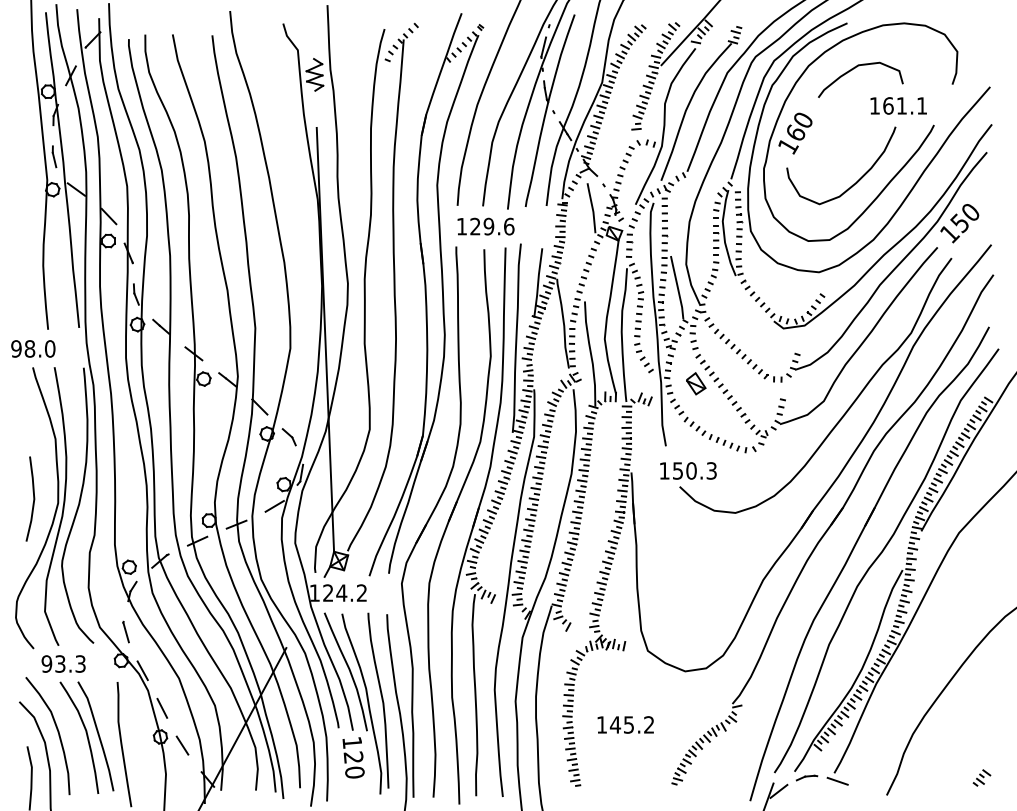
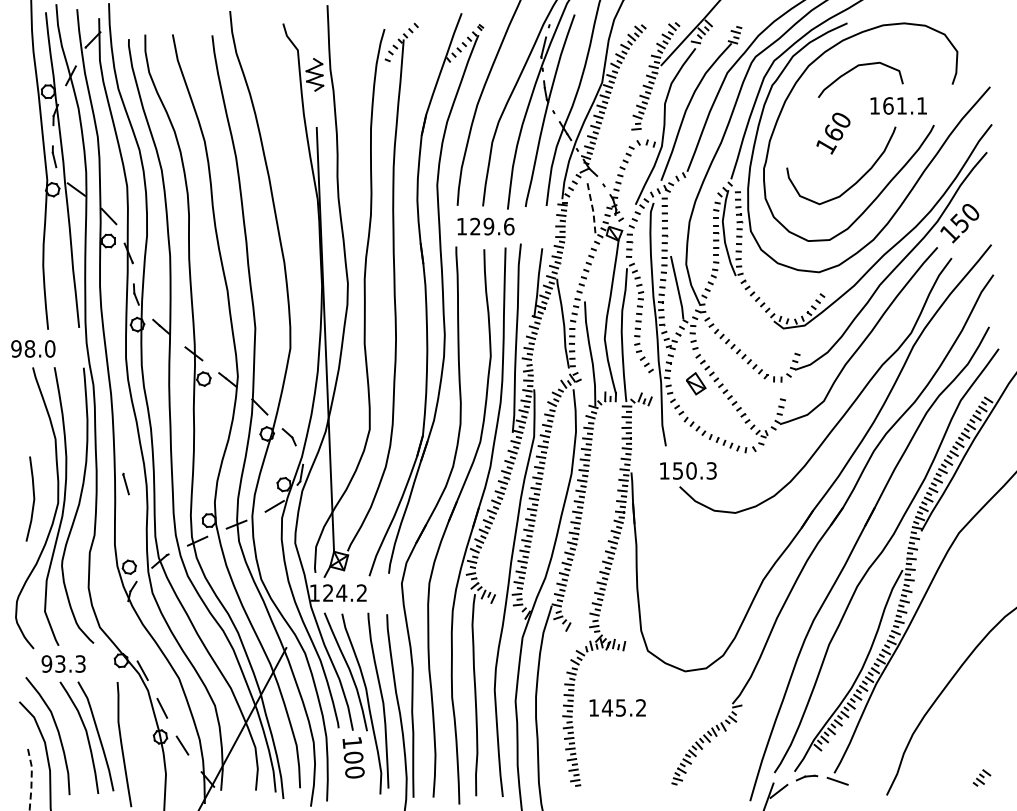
text at (795, 133) position: (795, 133) -> (833, 133)
line at (592, 208): solid -> dashed
line at (125, 631) position: (125, 631) -> (125, 483)
text at (625, 724) position: (625, 724) -> (617, 707)
text at (353, 757): 120 -> 100
line at (31, 778): solid -> dashed
